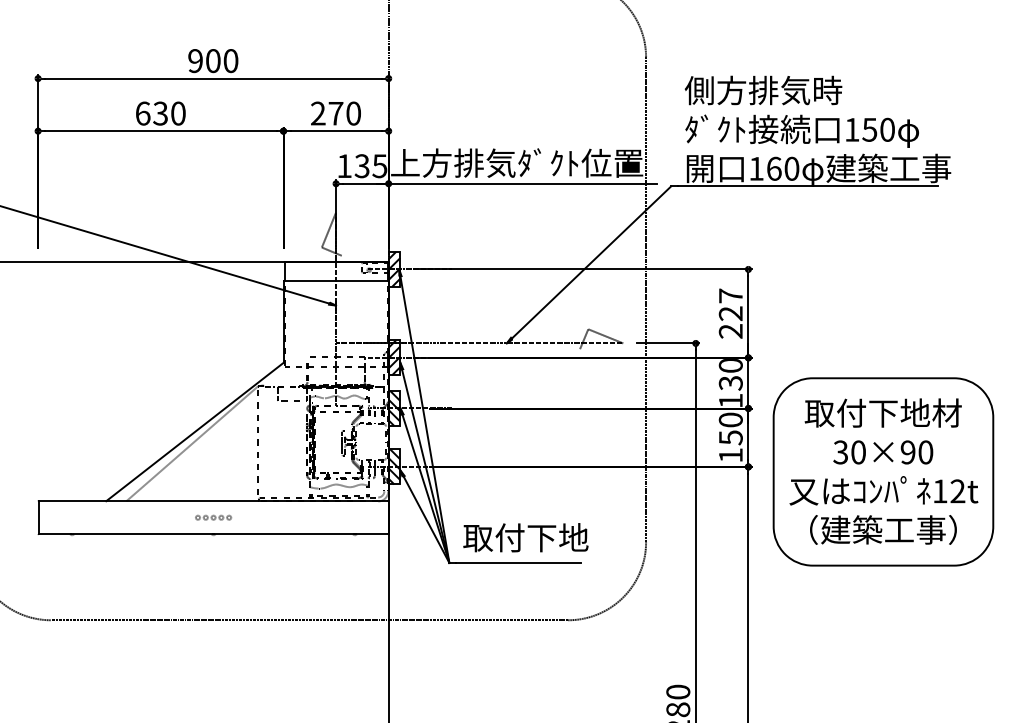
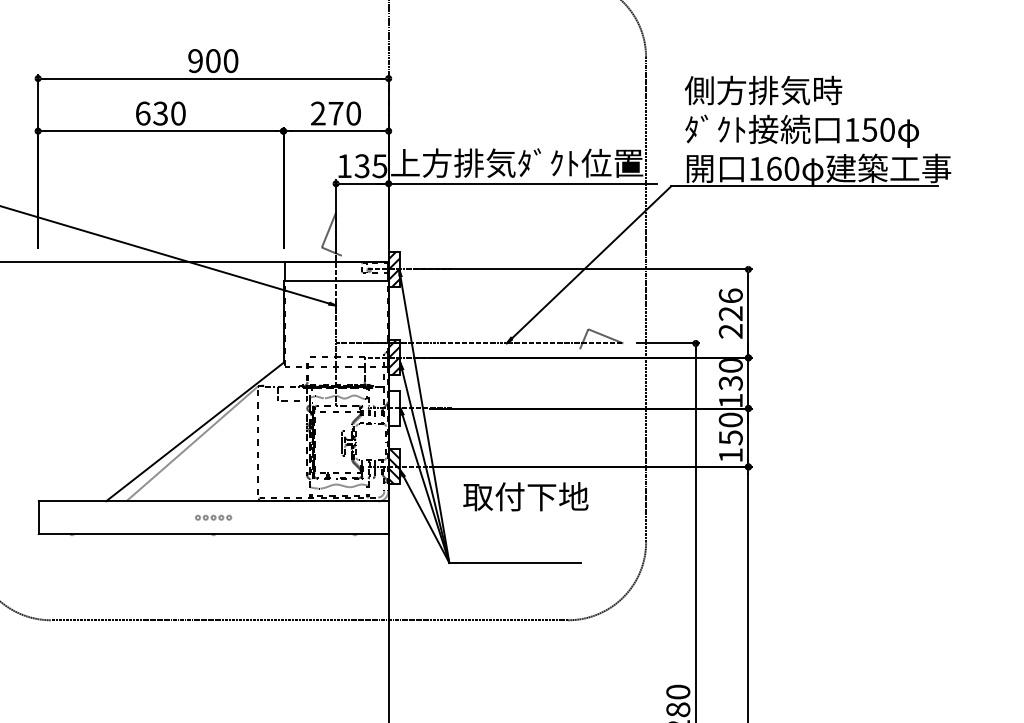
text at (730, 295): 227 -> 226
hatch at (394, 408): present -> none
part at (883, 471): present -> none
text at (525, 537) position: (525, 537) -> (525, 496)
